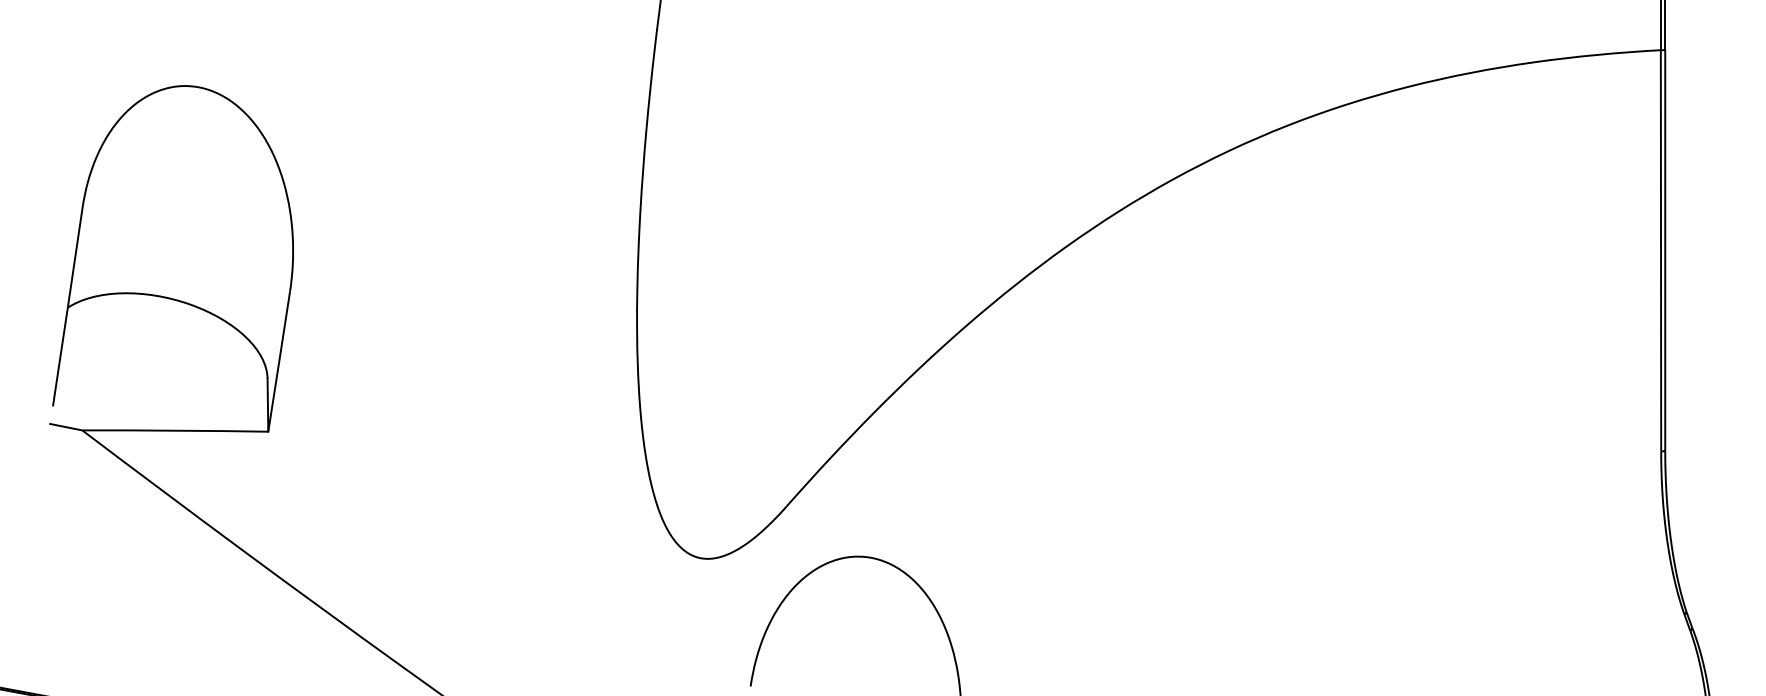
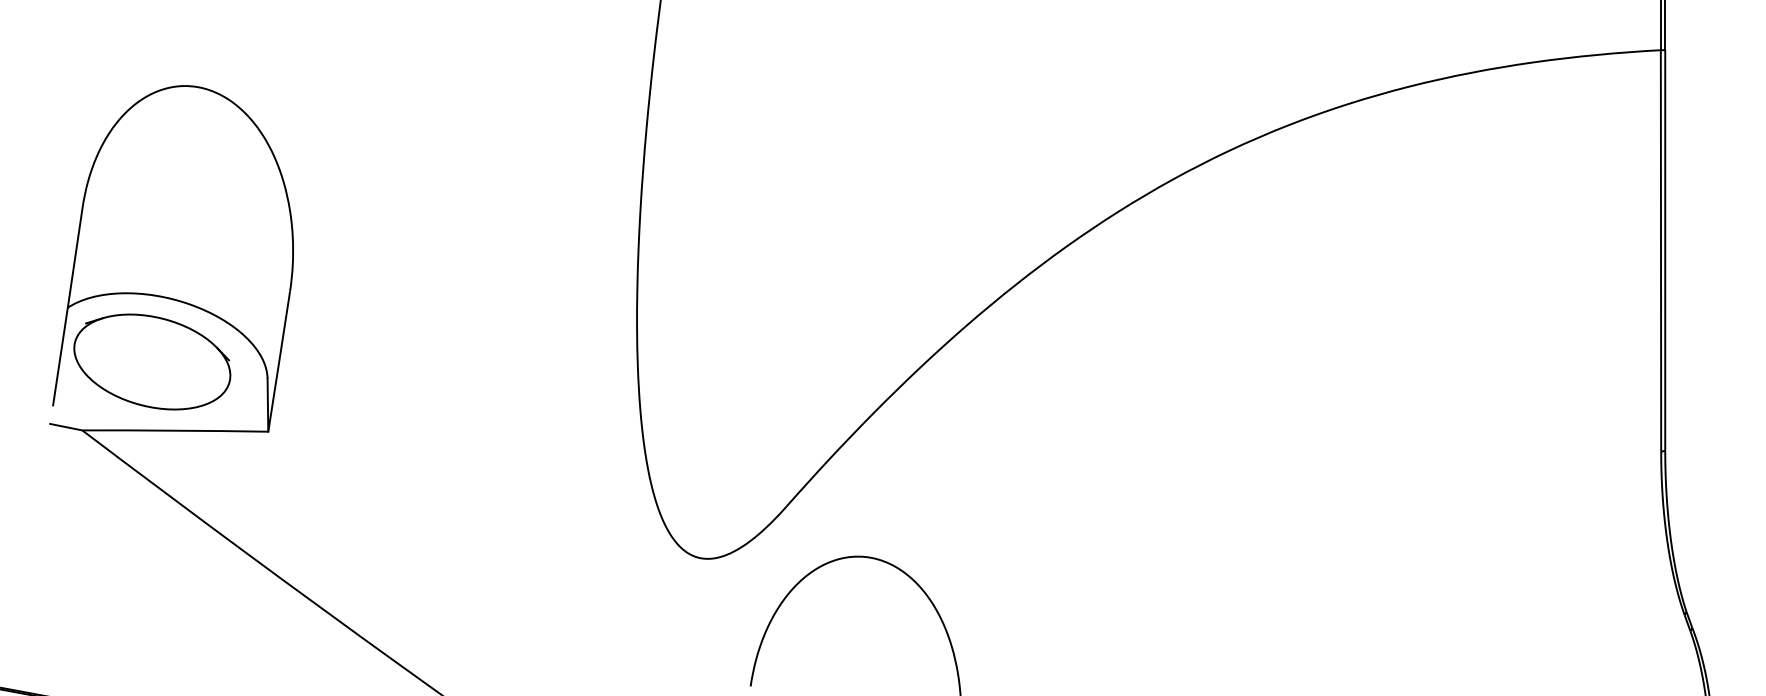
part at (152, 361): none -> present
